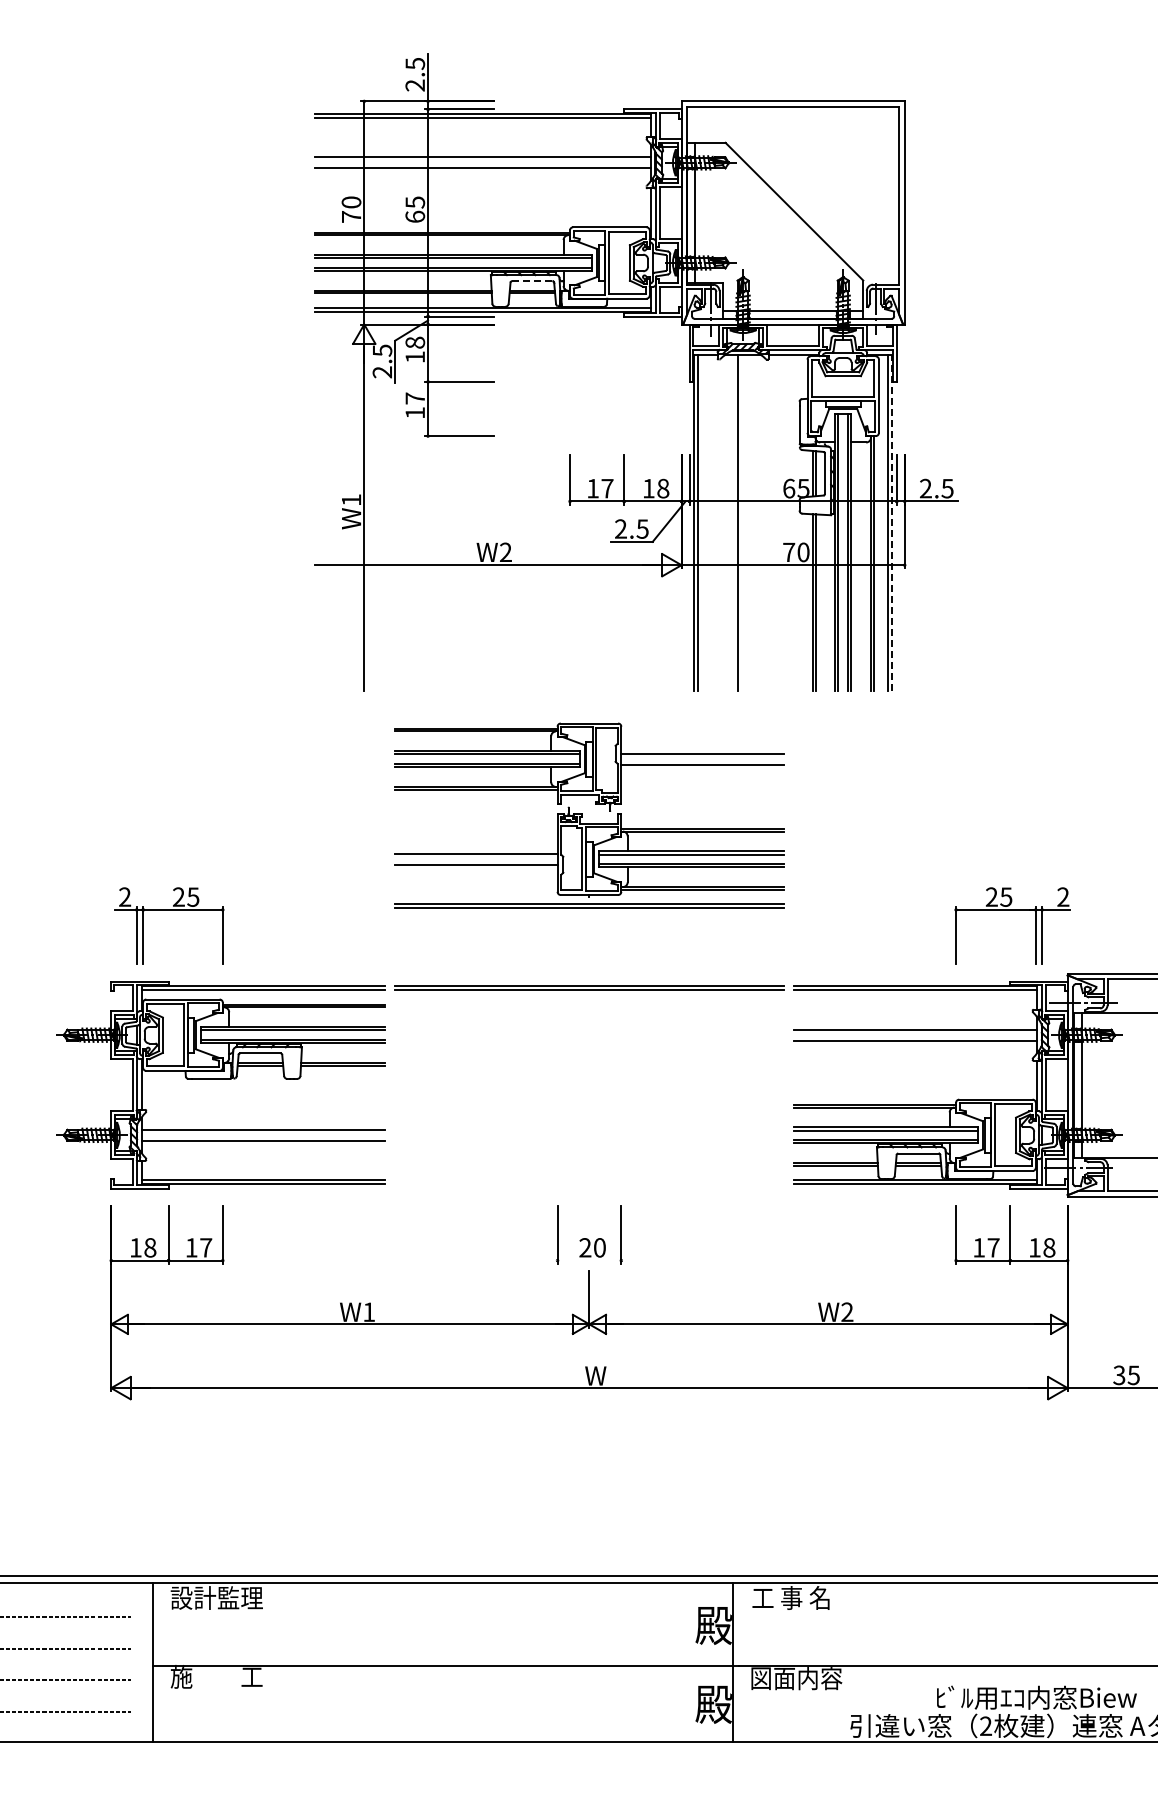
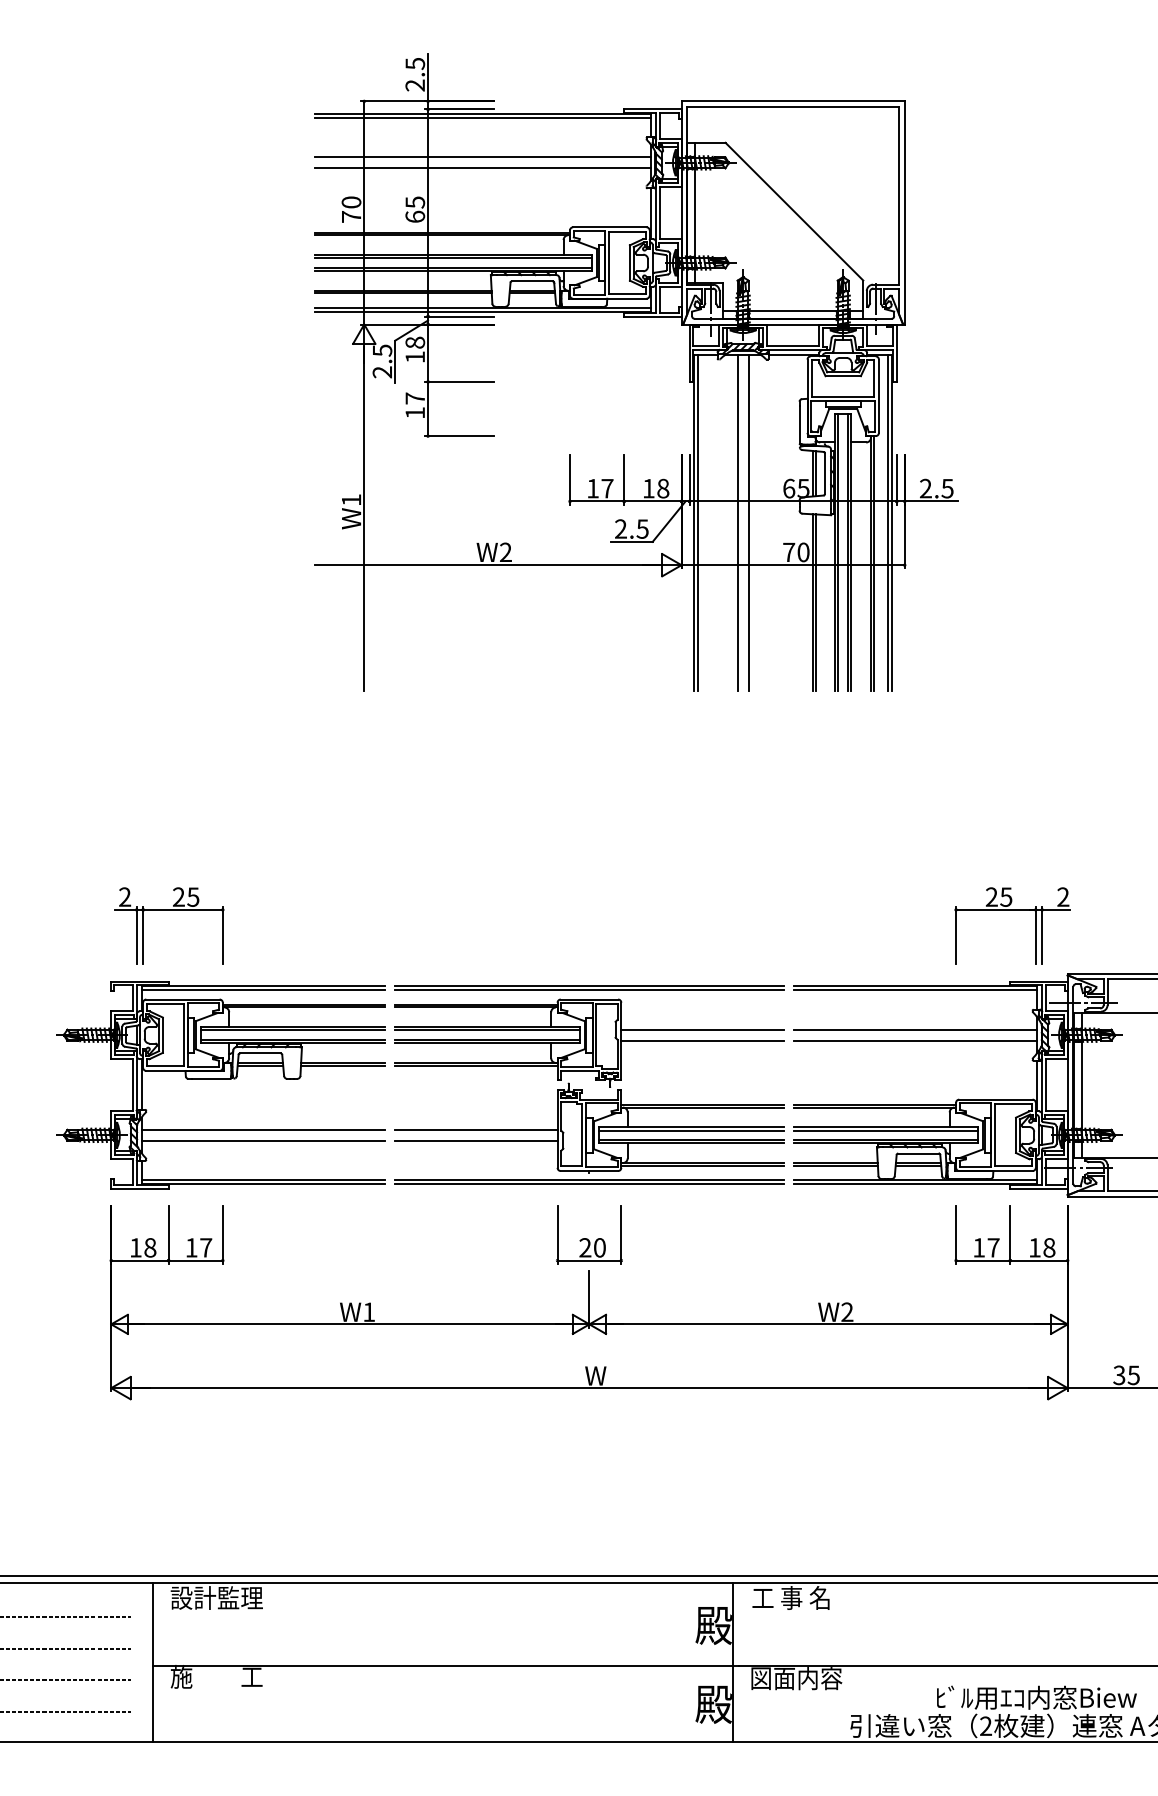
line at (532, 281): dashed -> solid
line at (748, 522): none -> present
line at (892, 522): dashed -> solid
part at (582, 815) position: (582, 815) -> (582, 1091)
line at (589, 1260): none -> present
